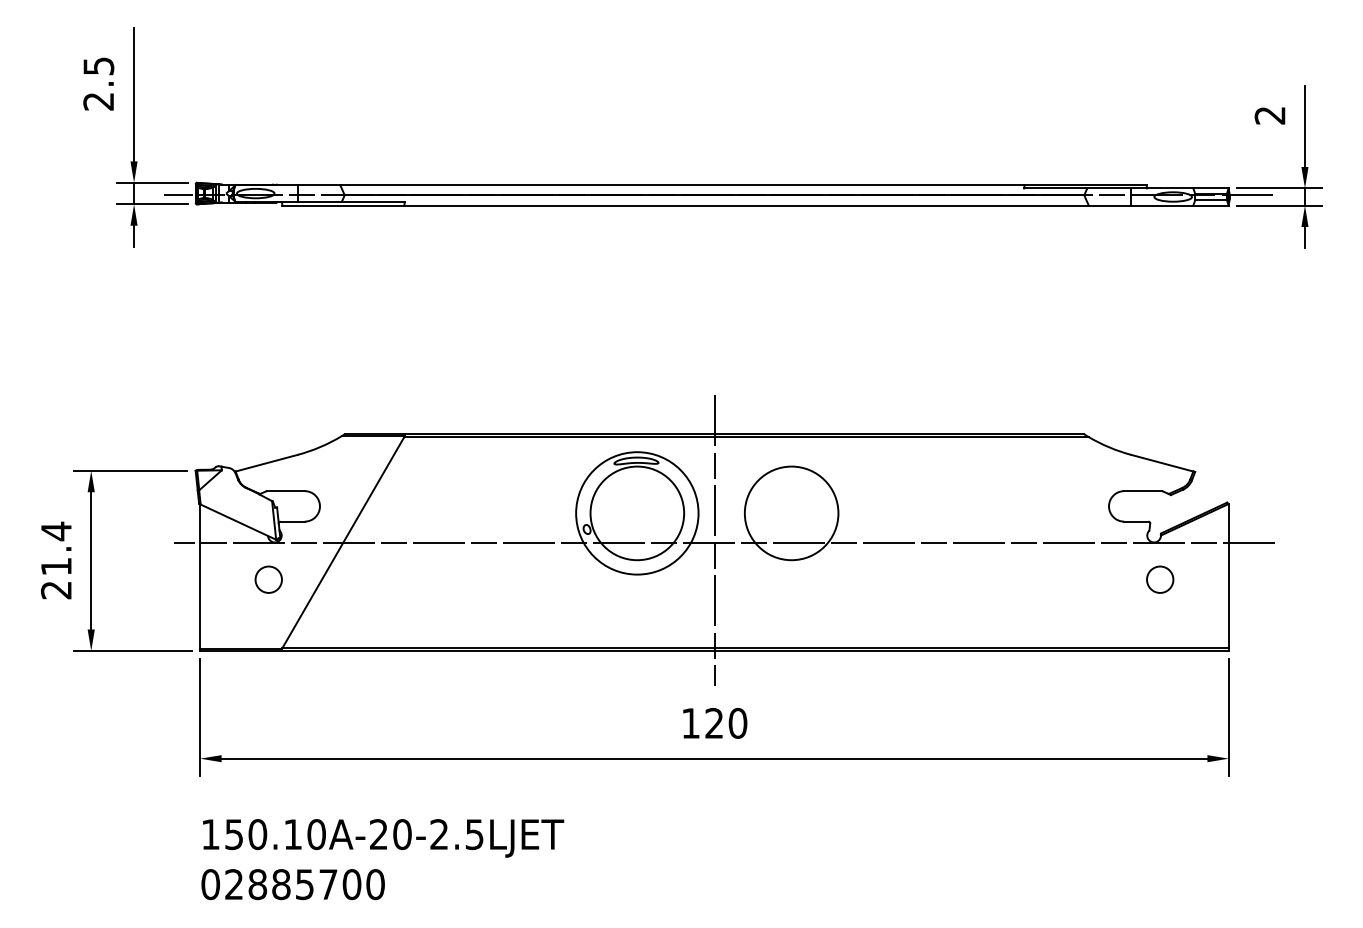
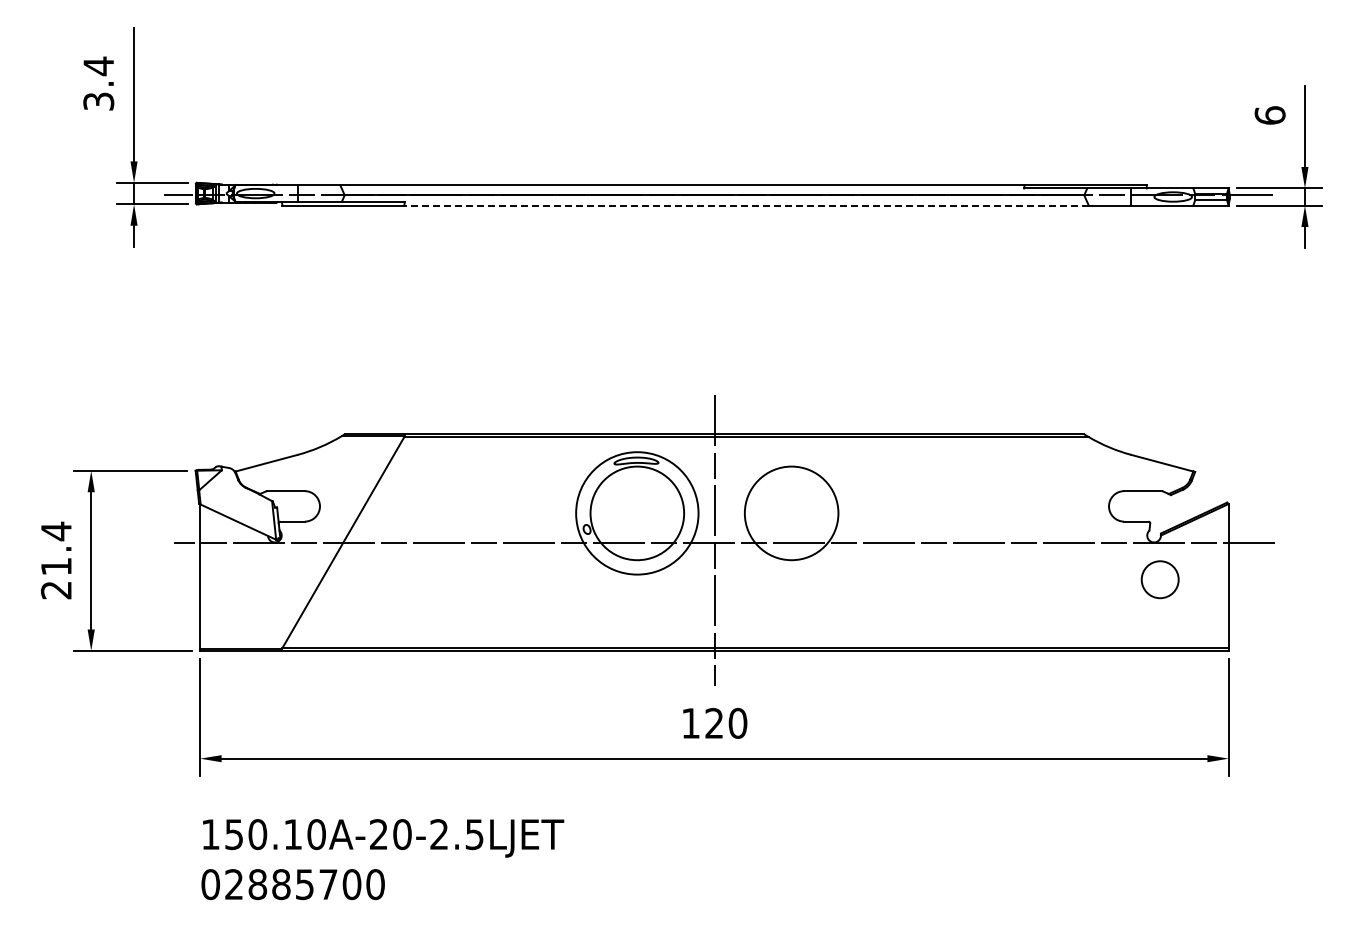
text at (98, 83): 2.5 -> 3.4
text at (1269, 115): 2 -> 6
line at (746, 205): solid -> dashed
circle at (268, 579): present -> none
circle at (1160, 579) diameter: 26 px -> 37 px
